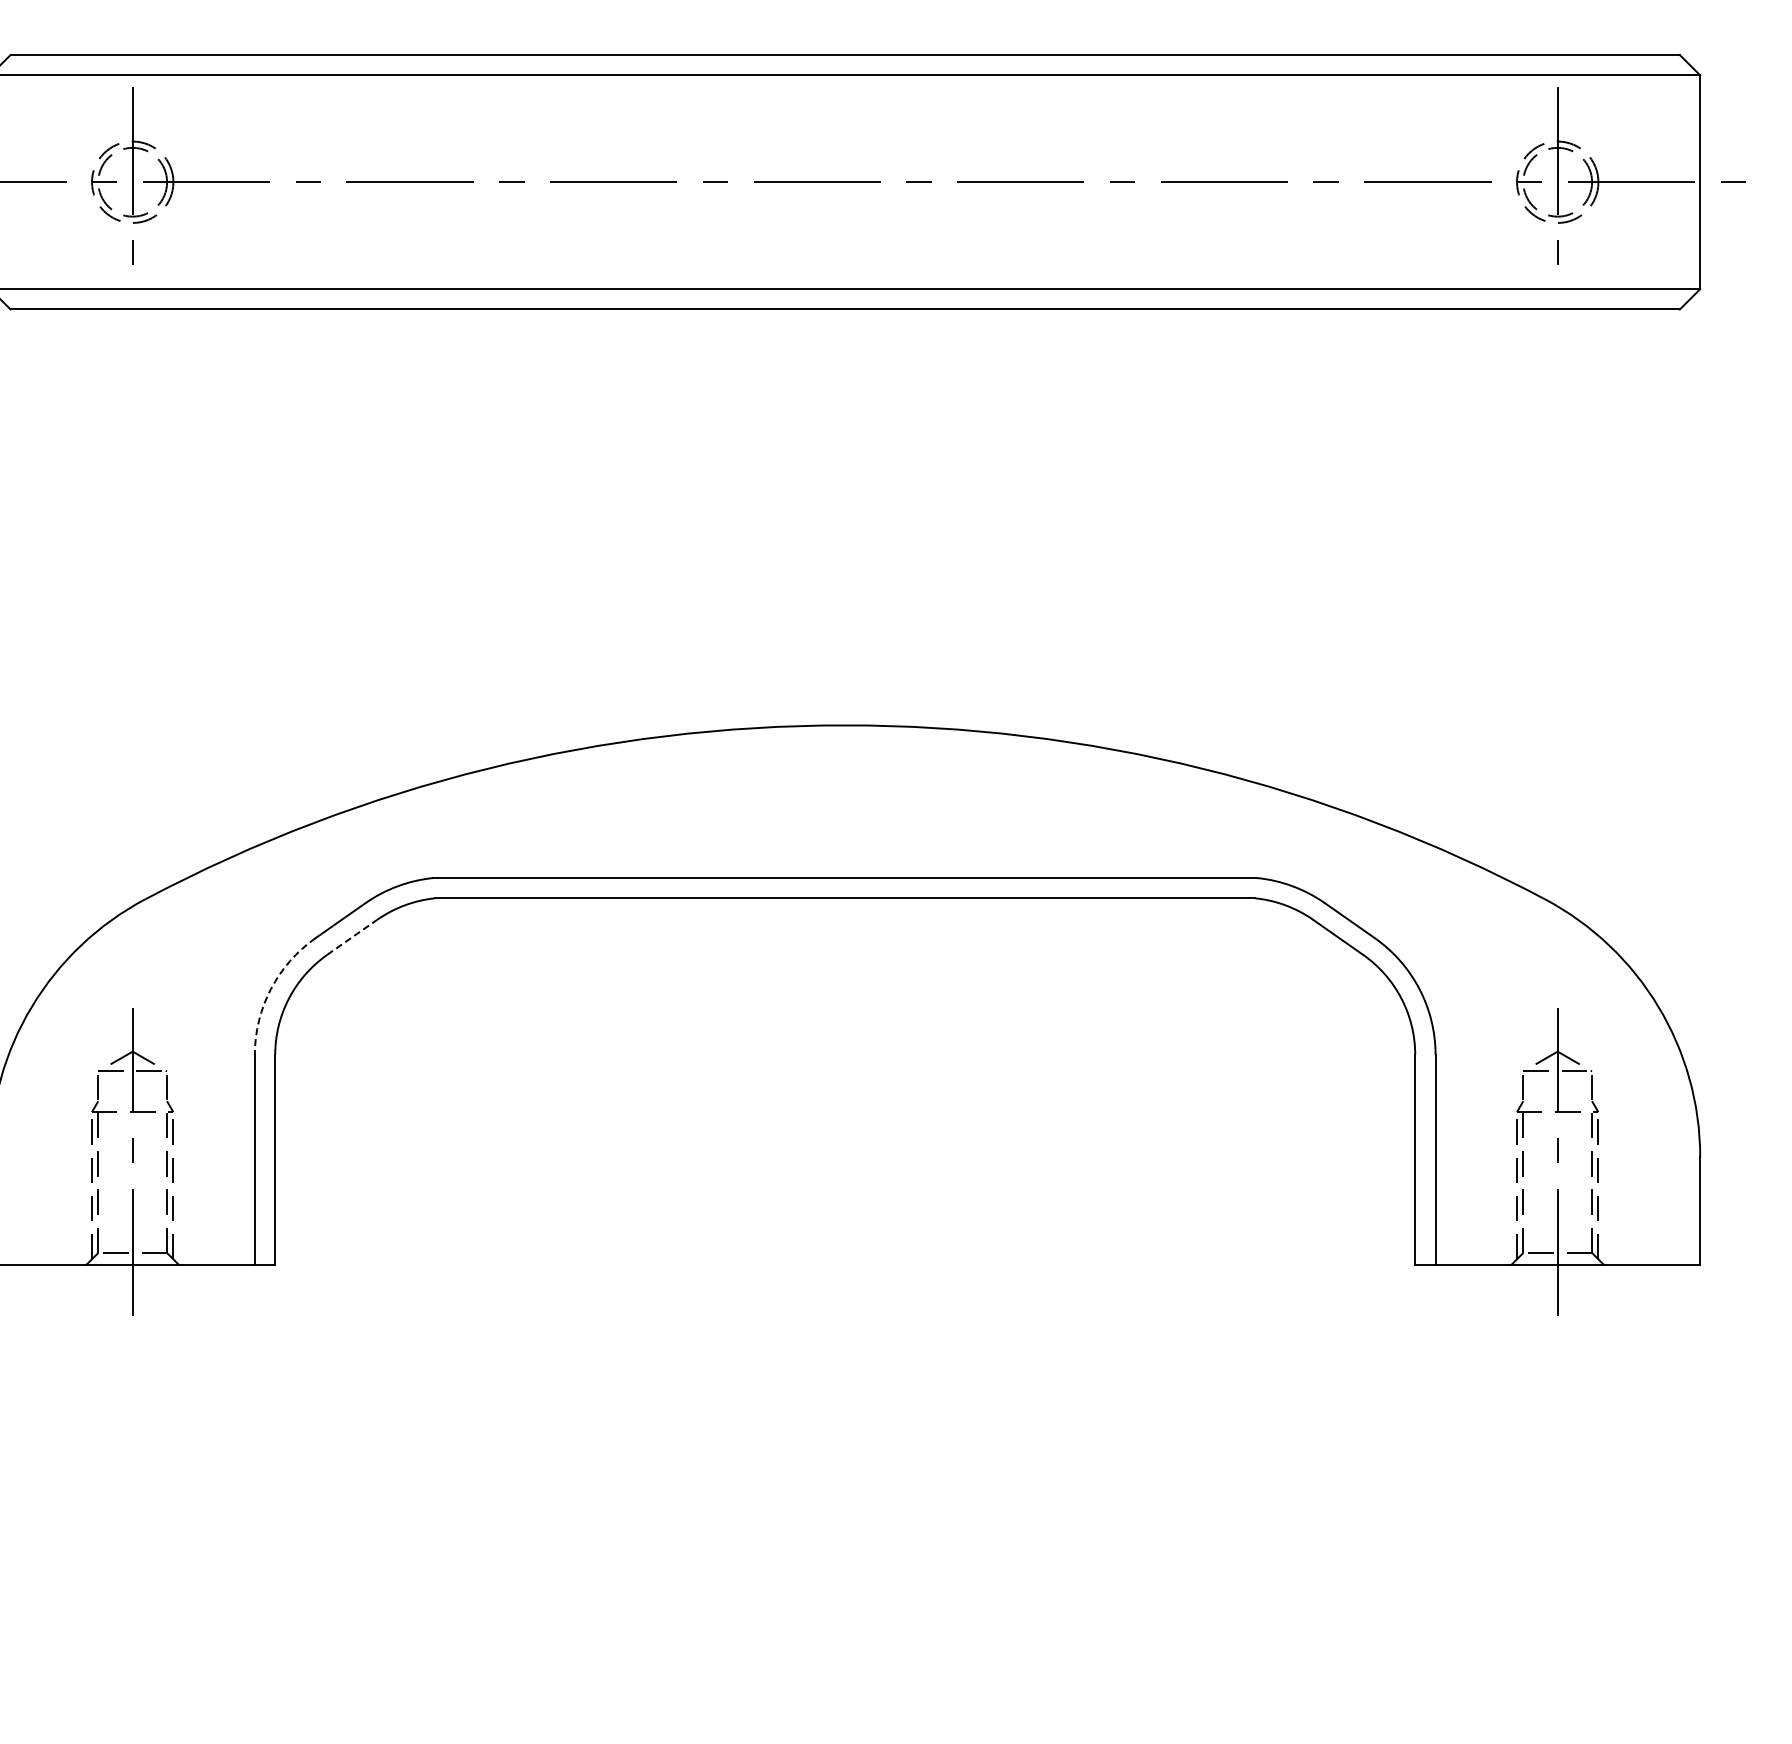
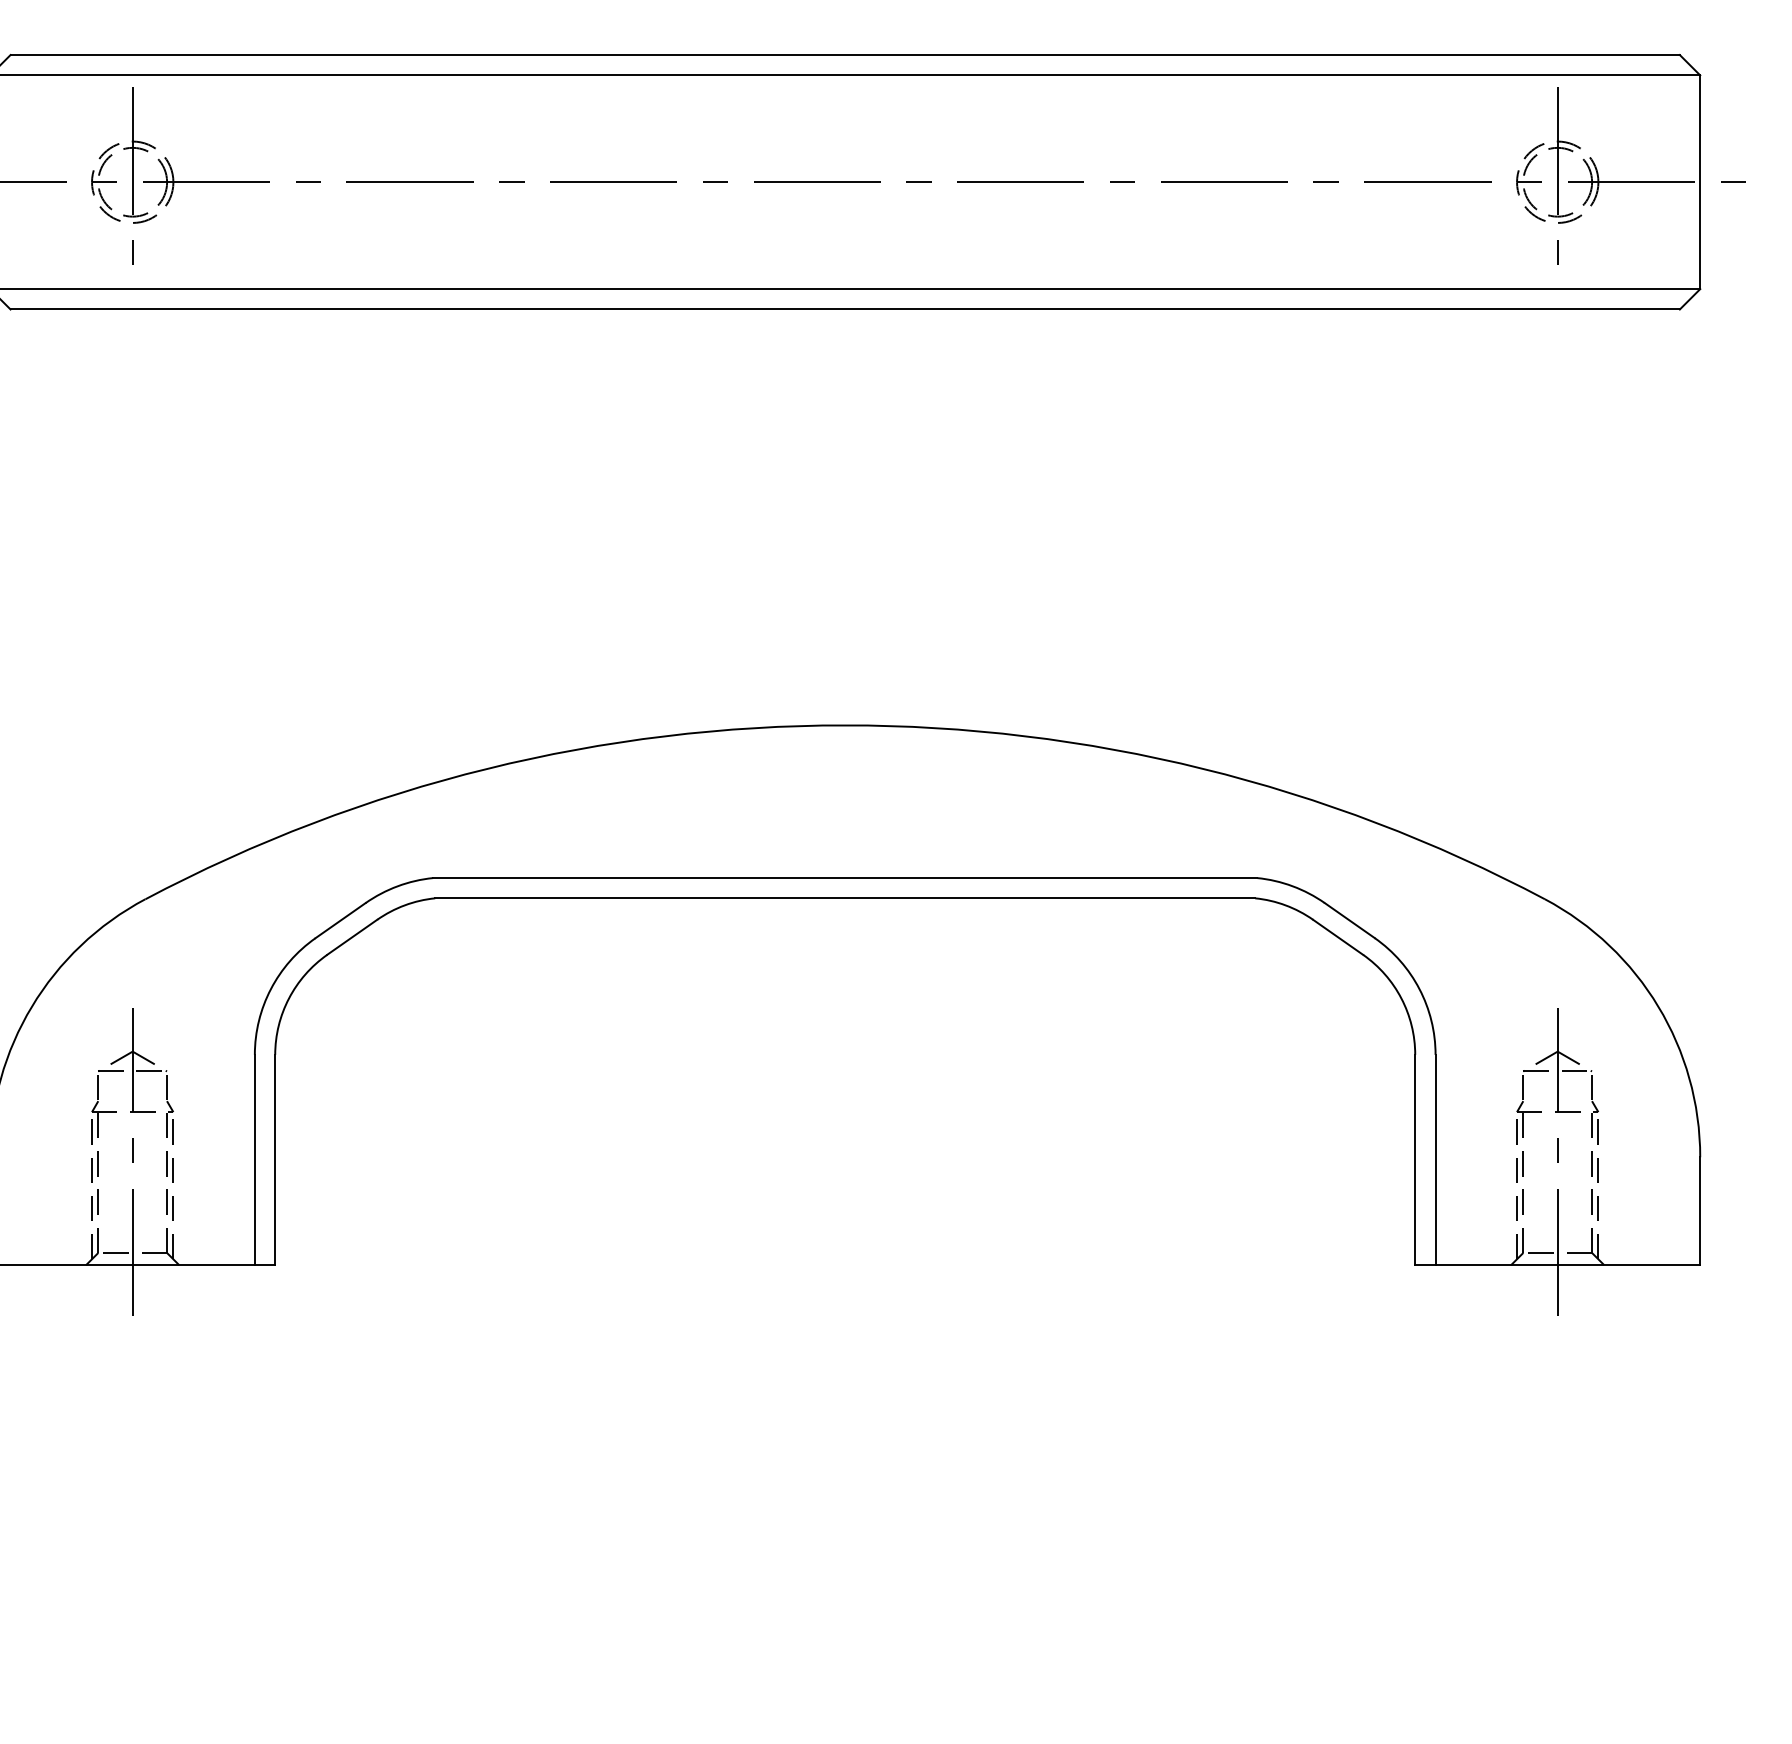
line at (352, 937): dashed -> solid
arc at (270, 989): dashed -> solid
